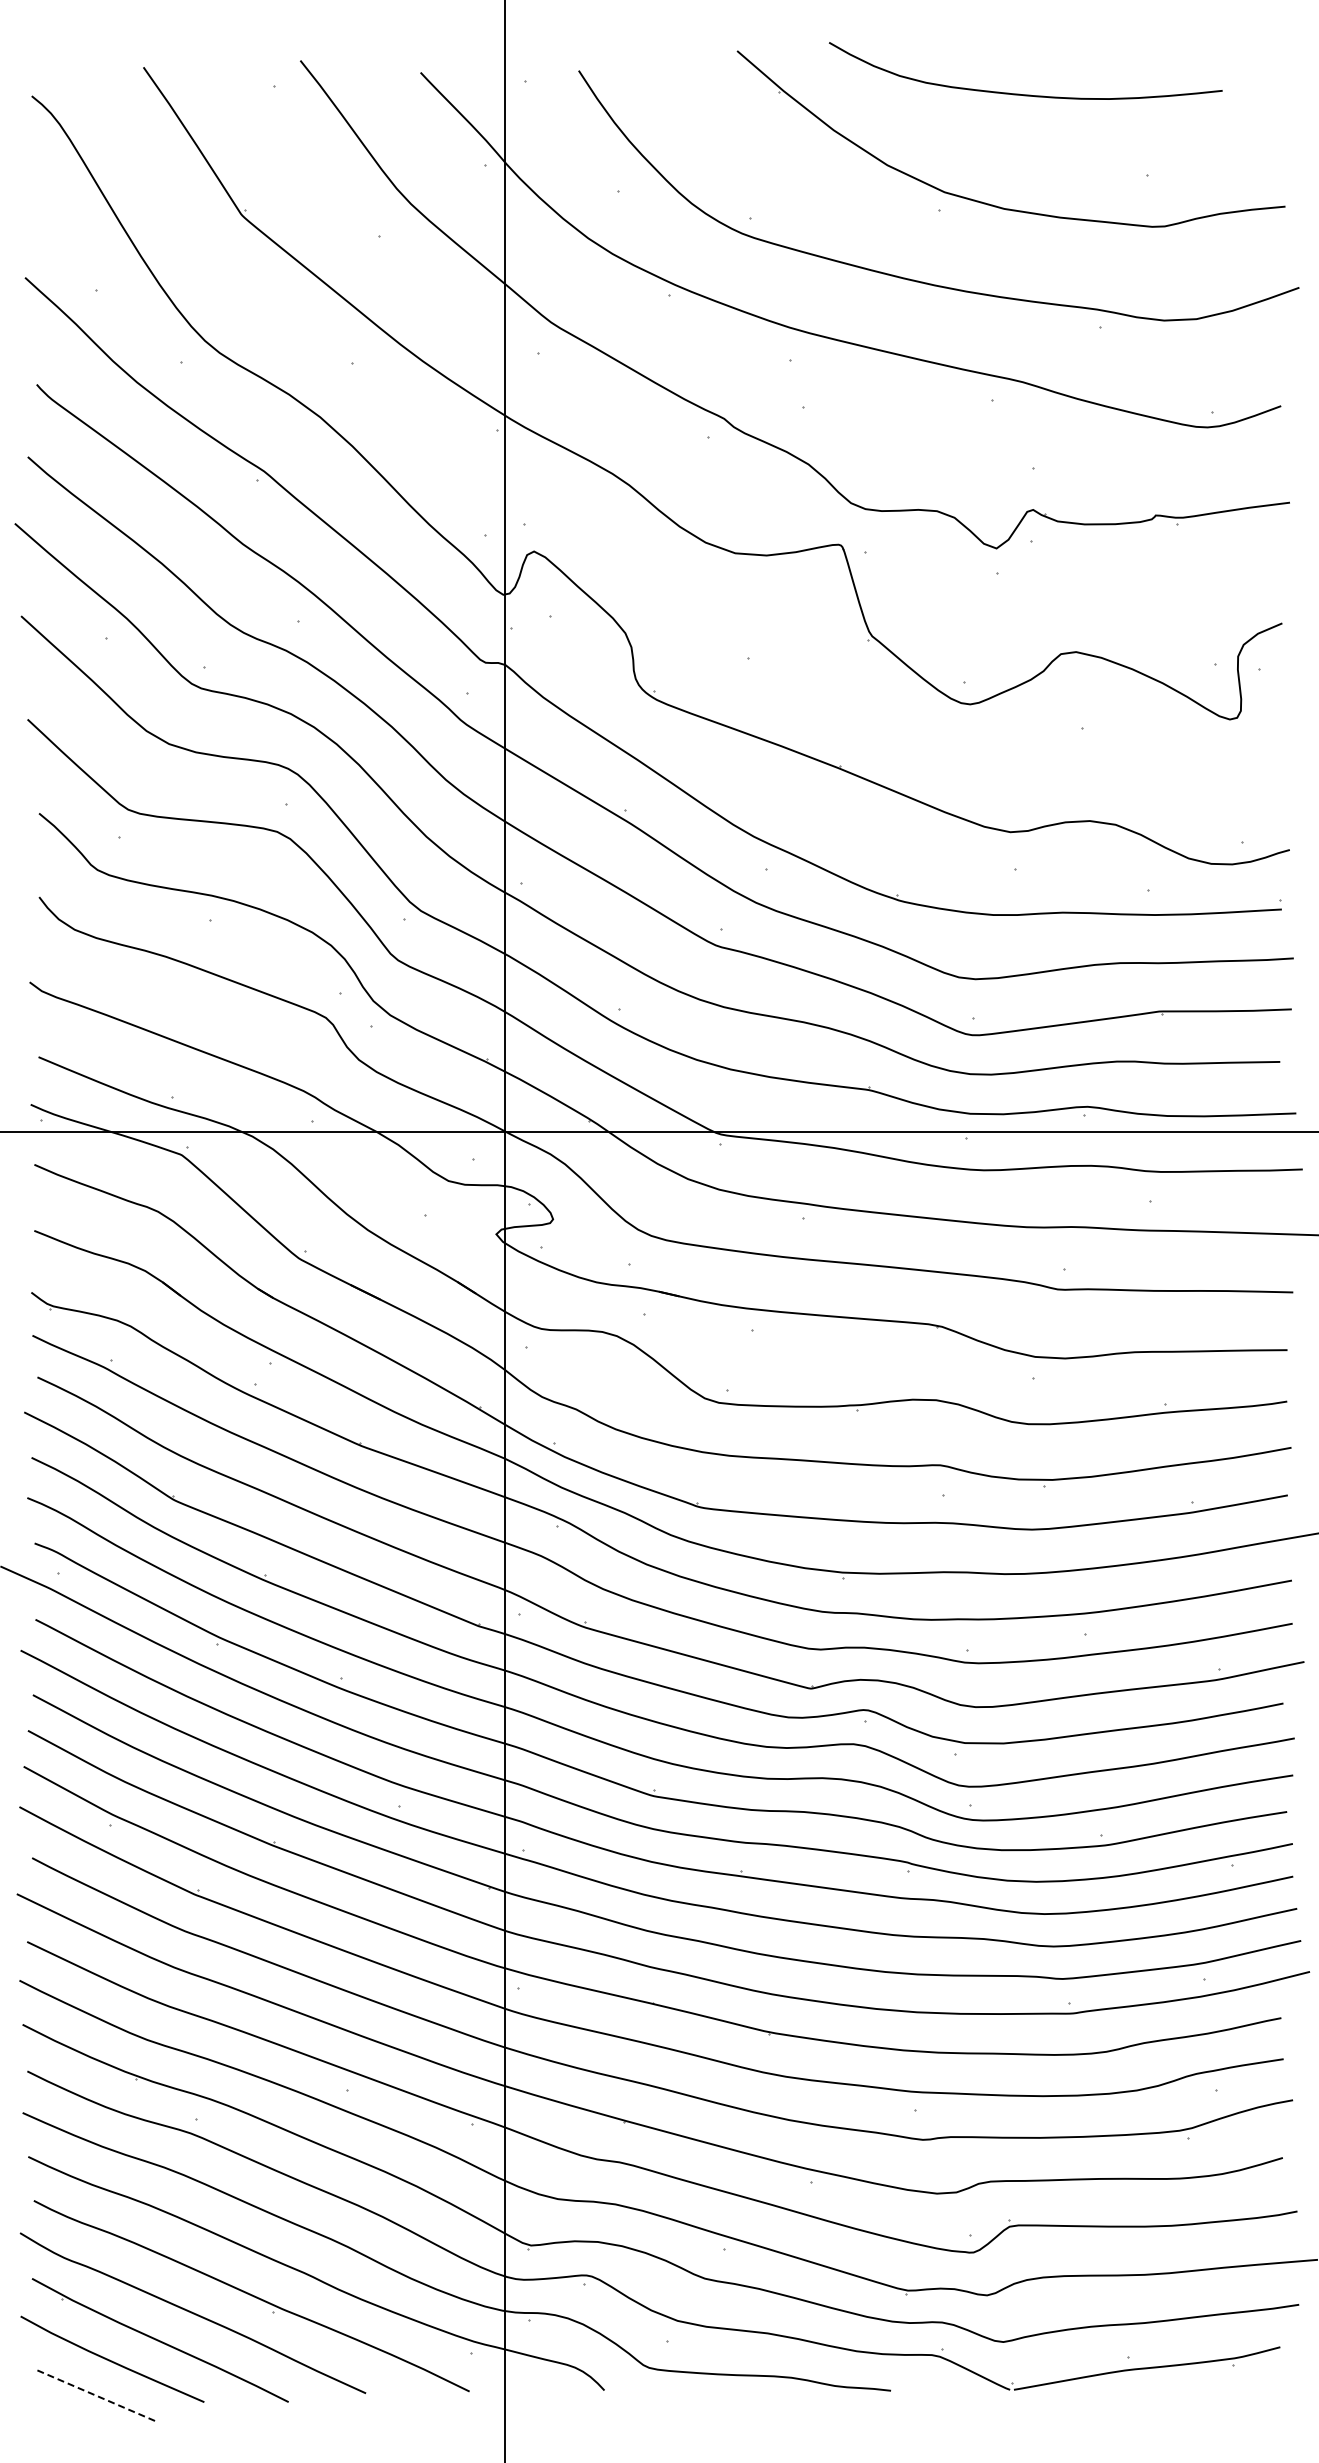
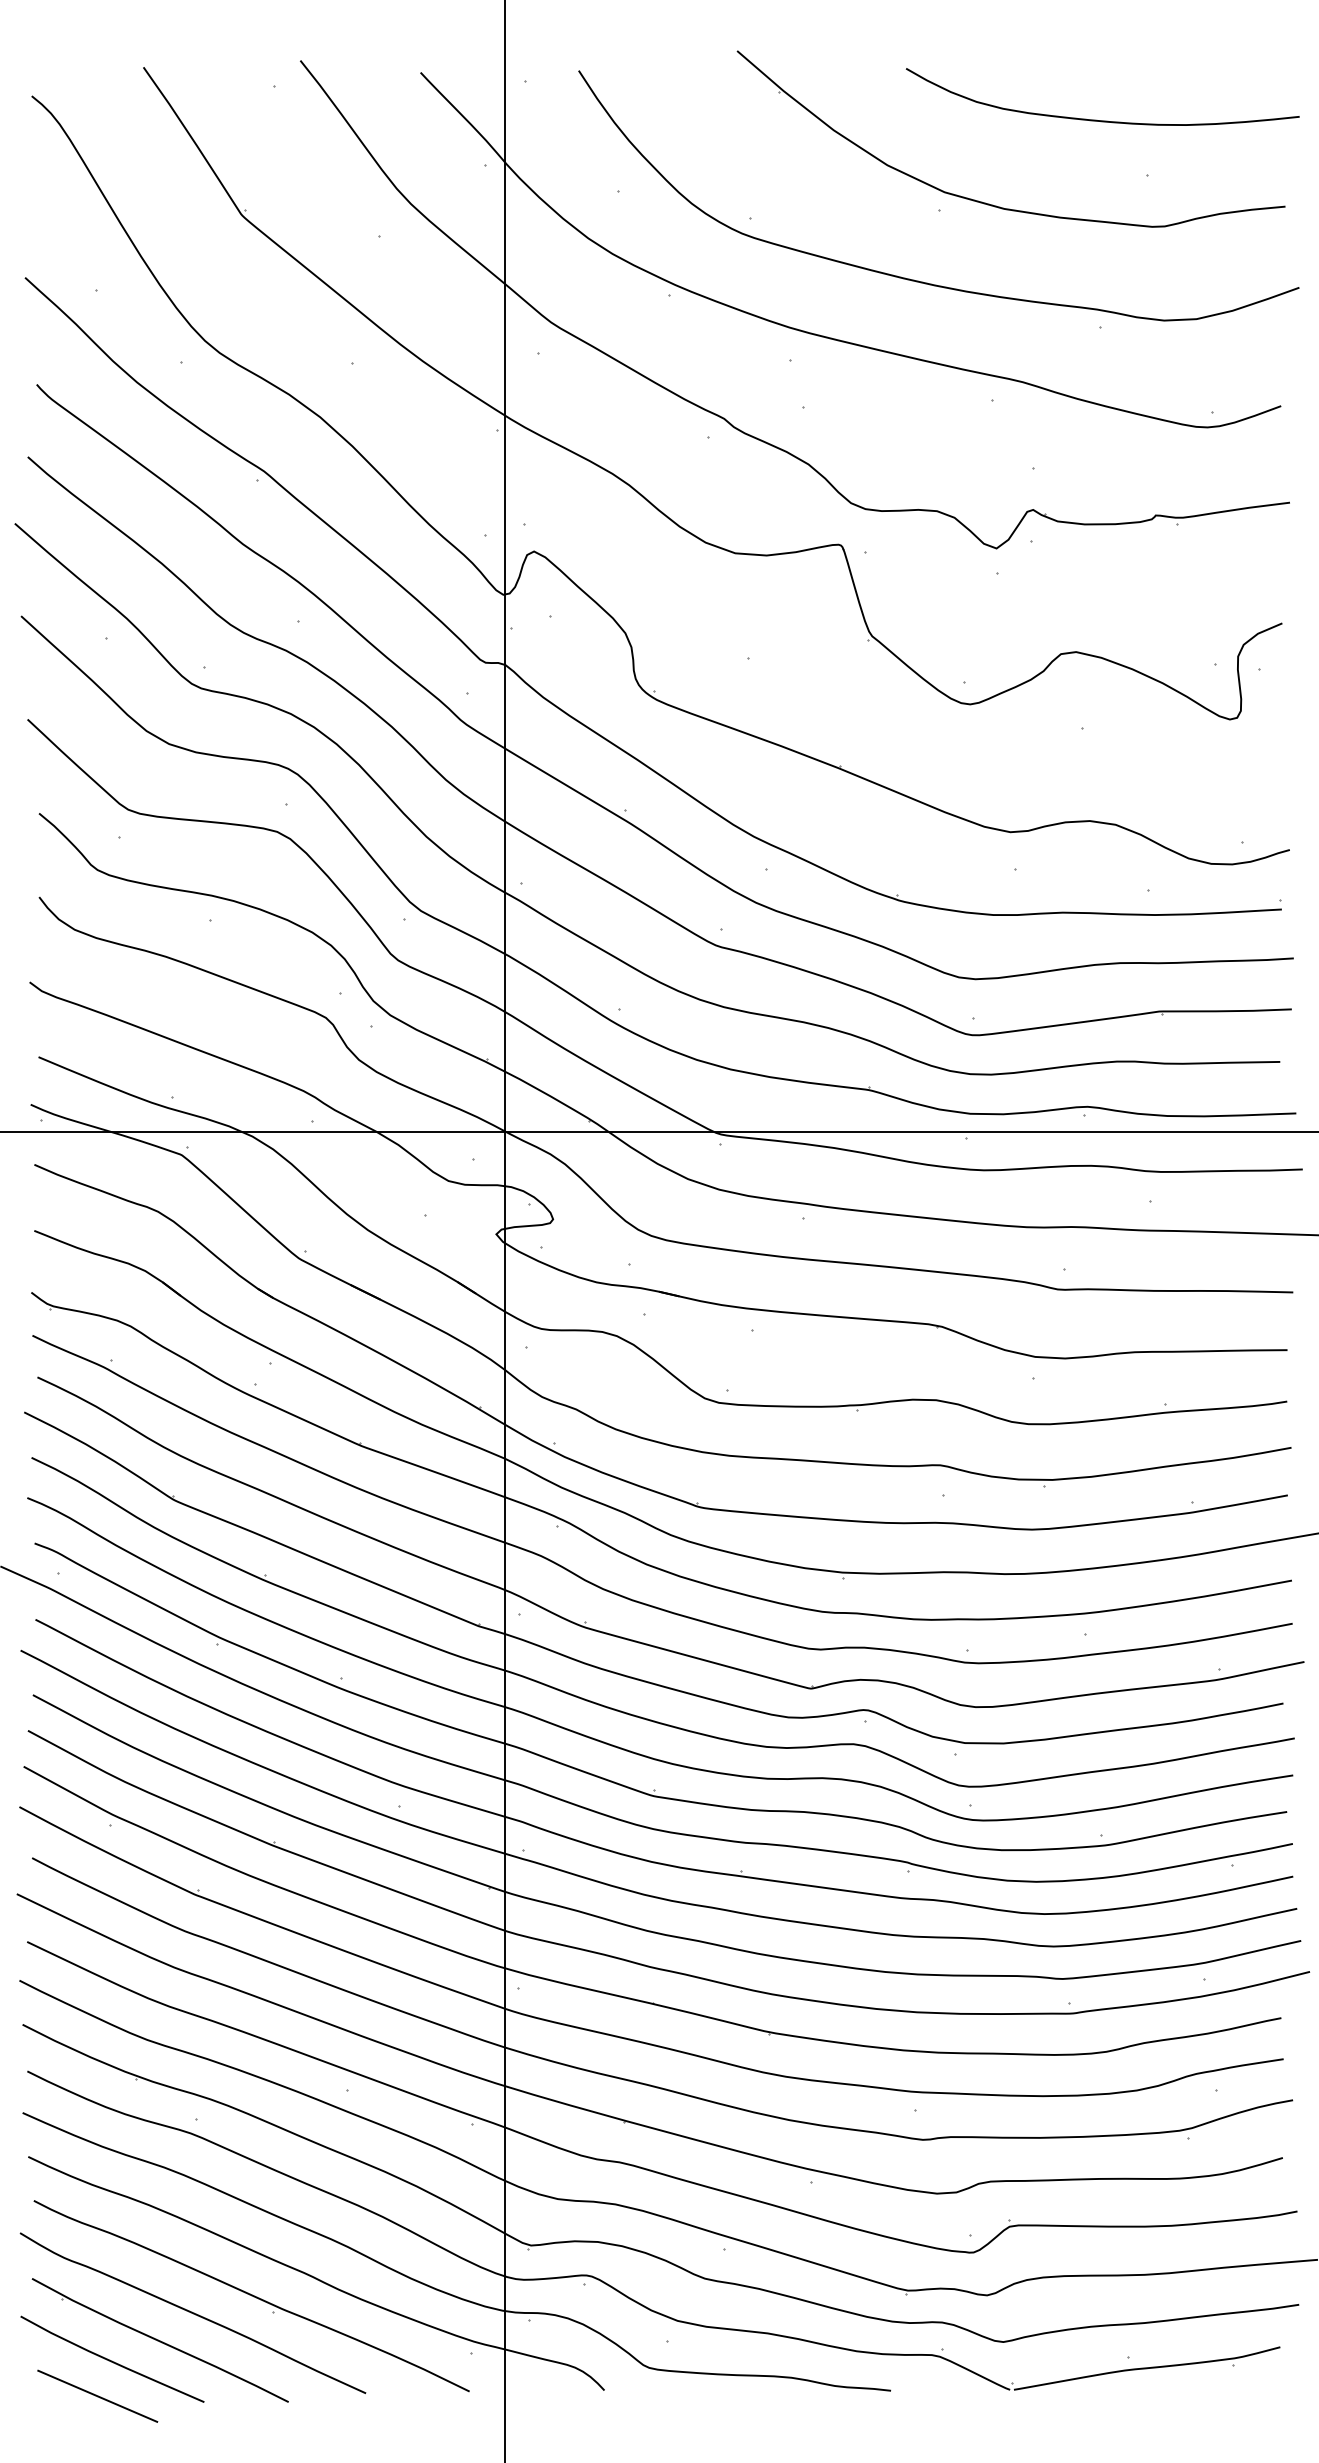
curve at (1019, 93) position: (1019, 93) -> (1096, 119)
line at (97, 2396): dashed -> solid
